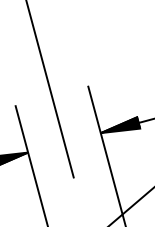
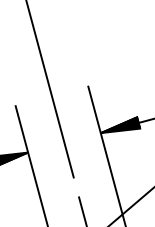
line at (82, 209): none -> present
